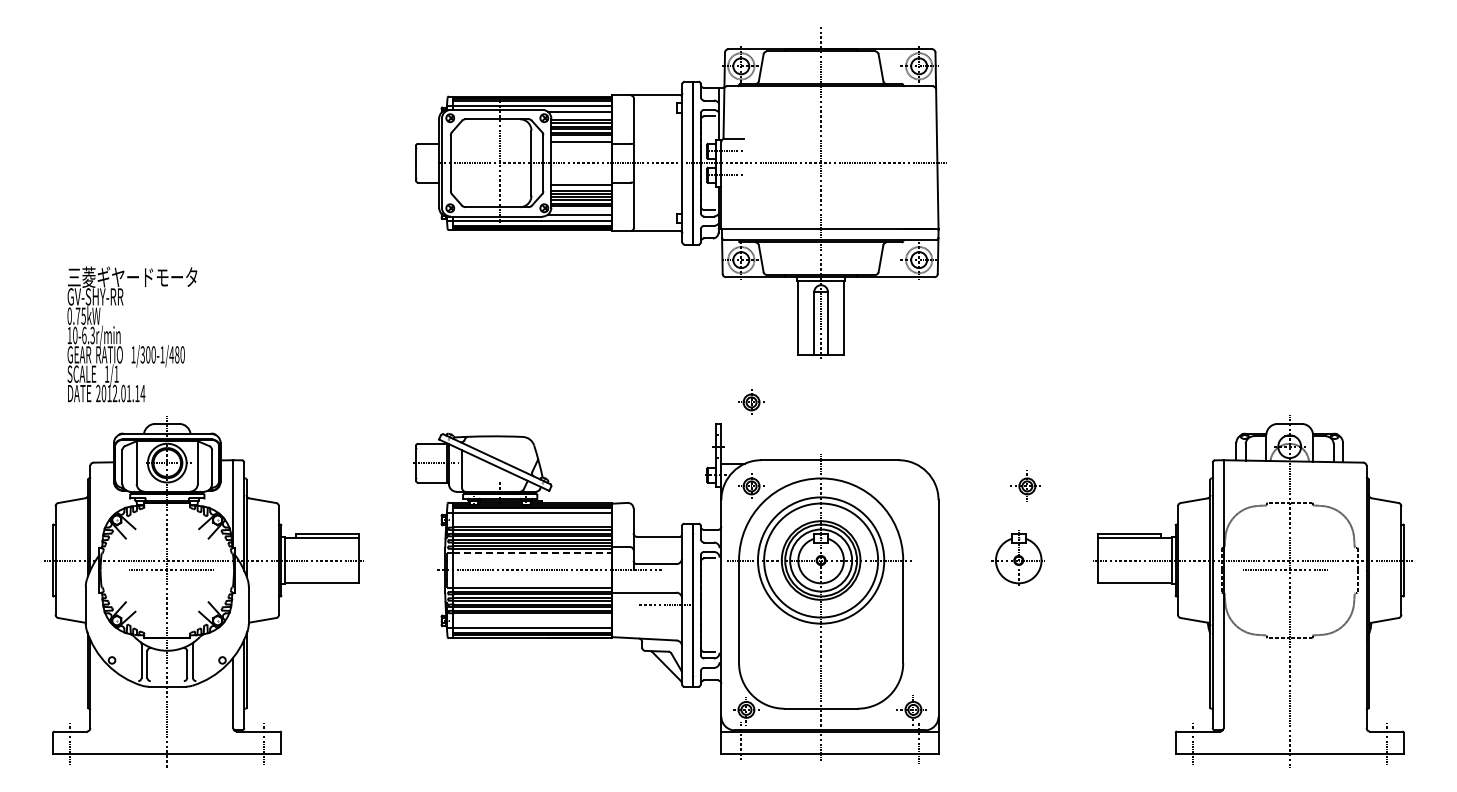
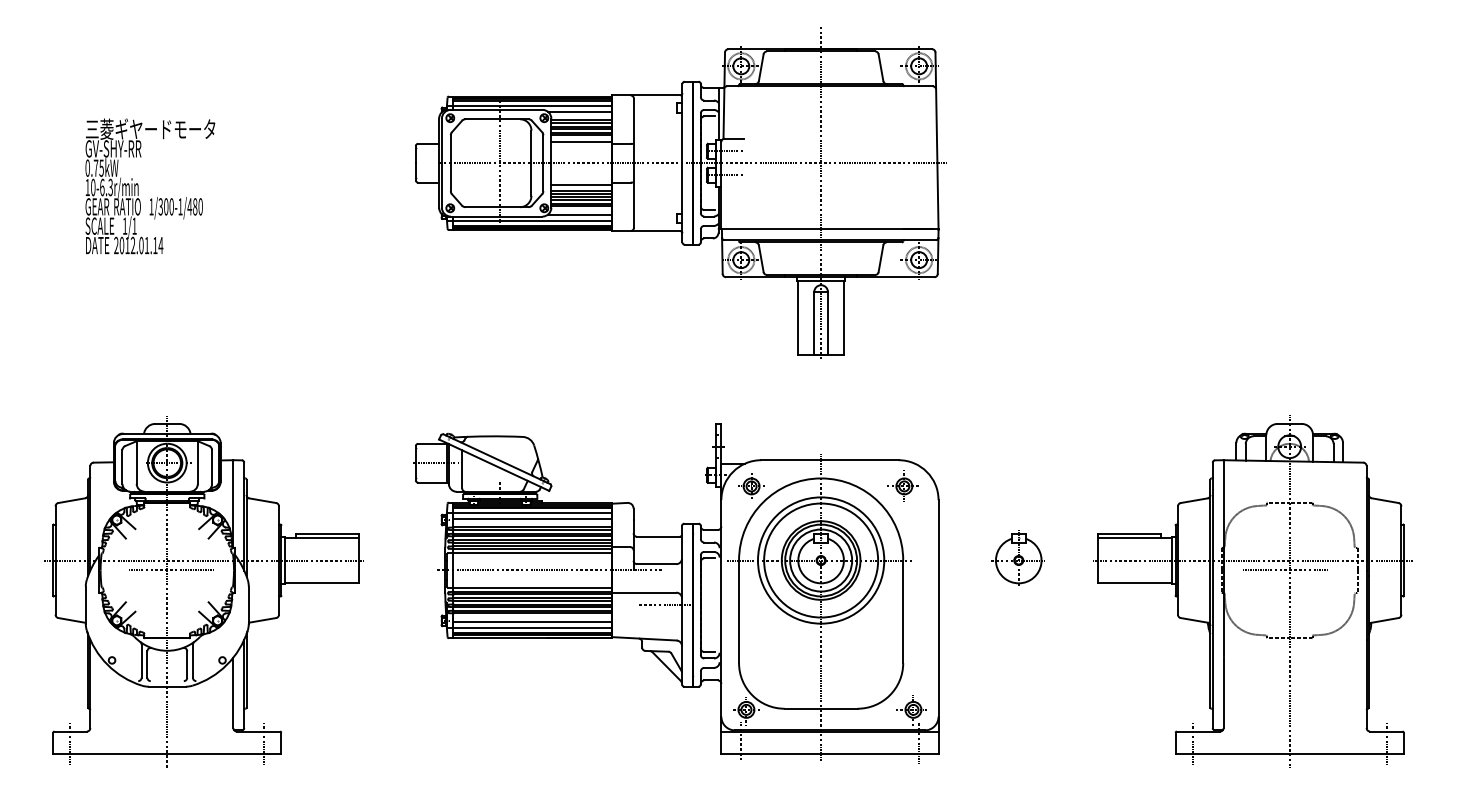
text at (132, 334) position: (132, 334) -> (150, 186)
part at (751, 401): present -> none
part at (1025, 485) position: (1025, 485) -> (902, 485)
line at (532, 518): none -> present
line at (533, 553): dashed -> solid
line at (532, 622): none -> present
